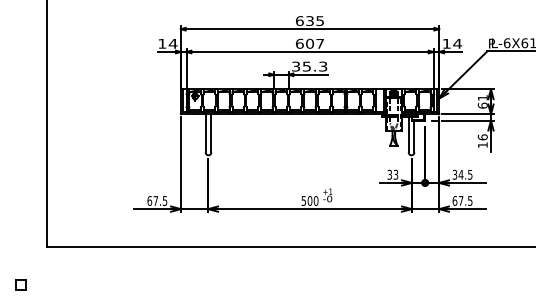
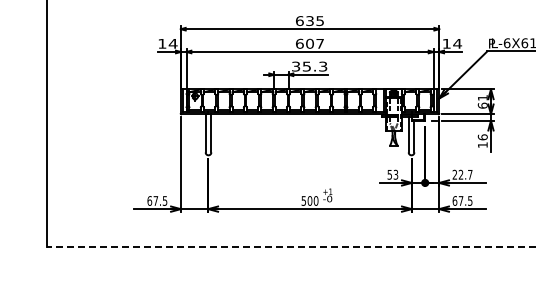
text at (389, 173): 33 -> 53
text at (462, 174): 34.5 -> 22.7
line at (291, 247): solid -> dashed
part at (20, 284): present -> none
